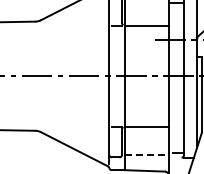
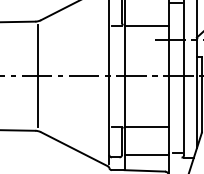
line at (38, 76): none -> present
line at (147, 154): dashed -> solid
